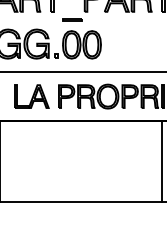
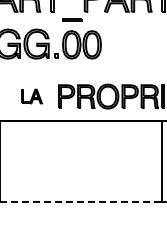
line at (82, 71): present -> none
part at (31, 96) size: 36x25 px -> 22x17 px
line at (81, 201): solid -> dashed
